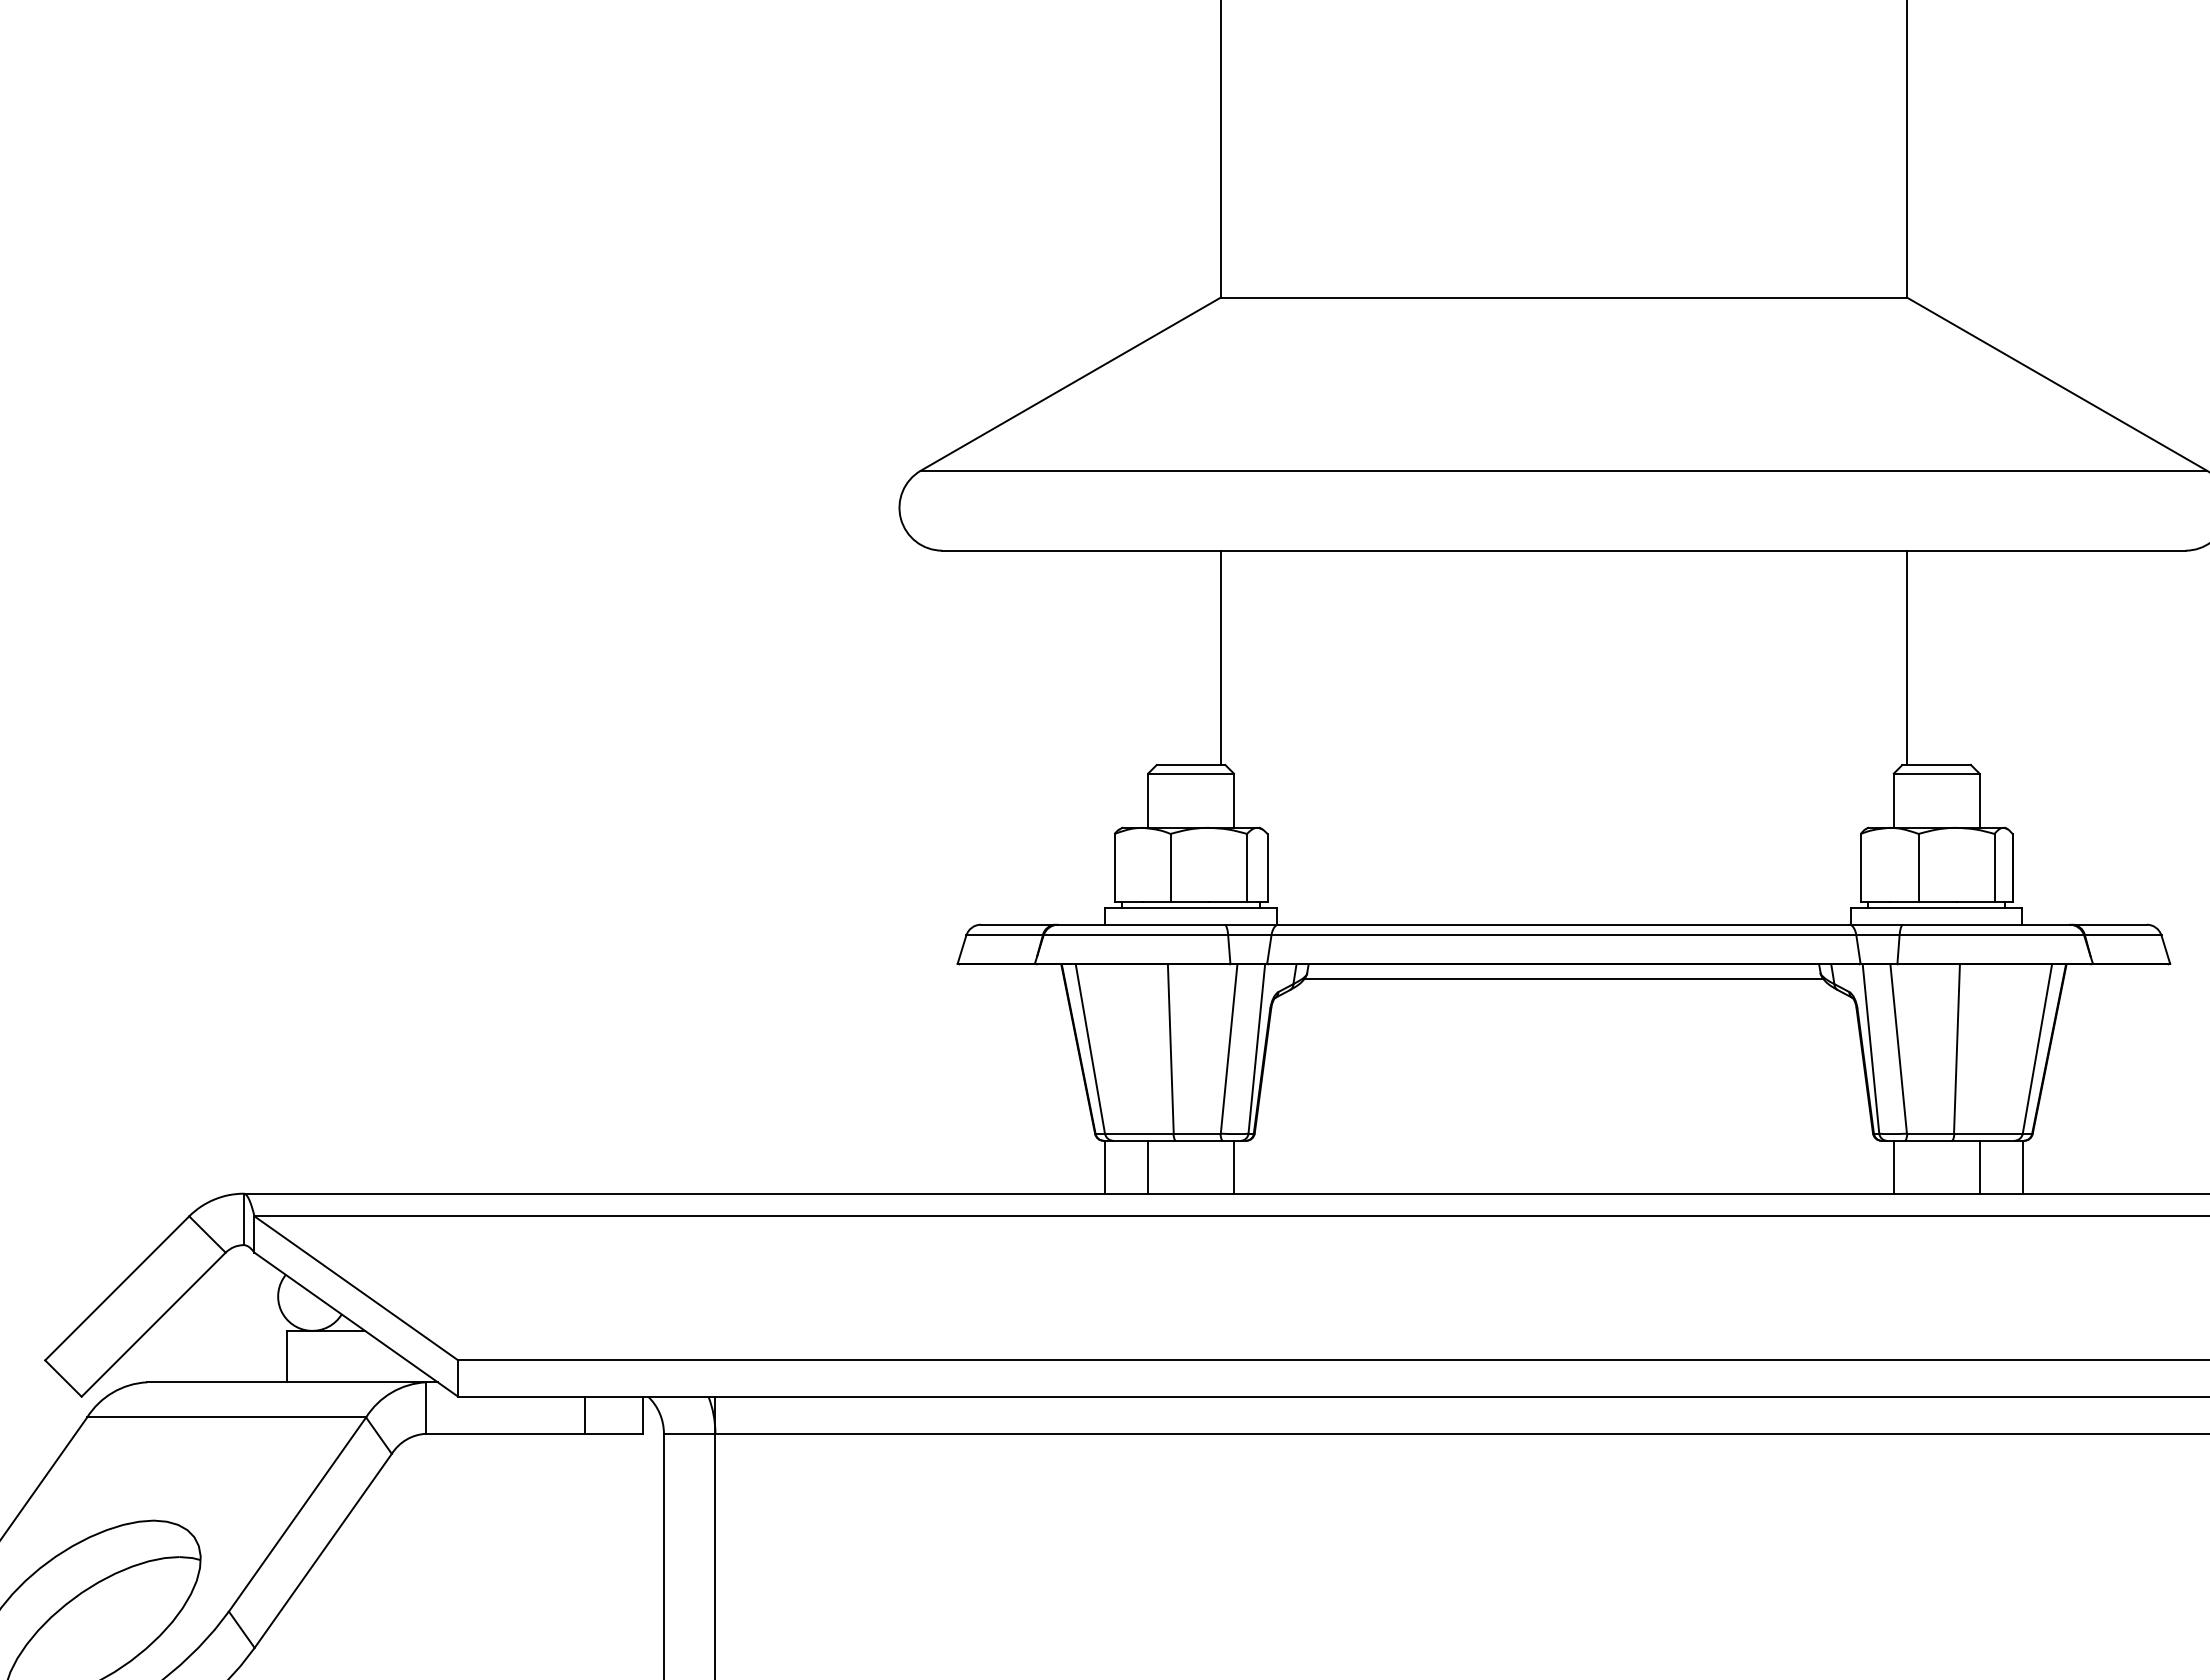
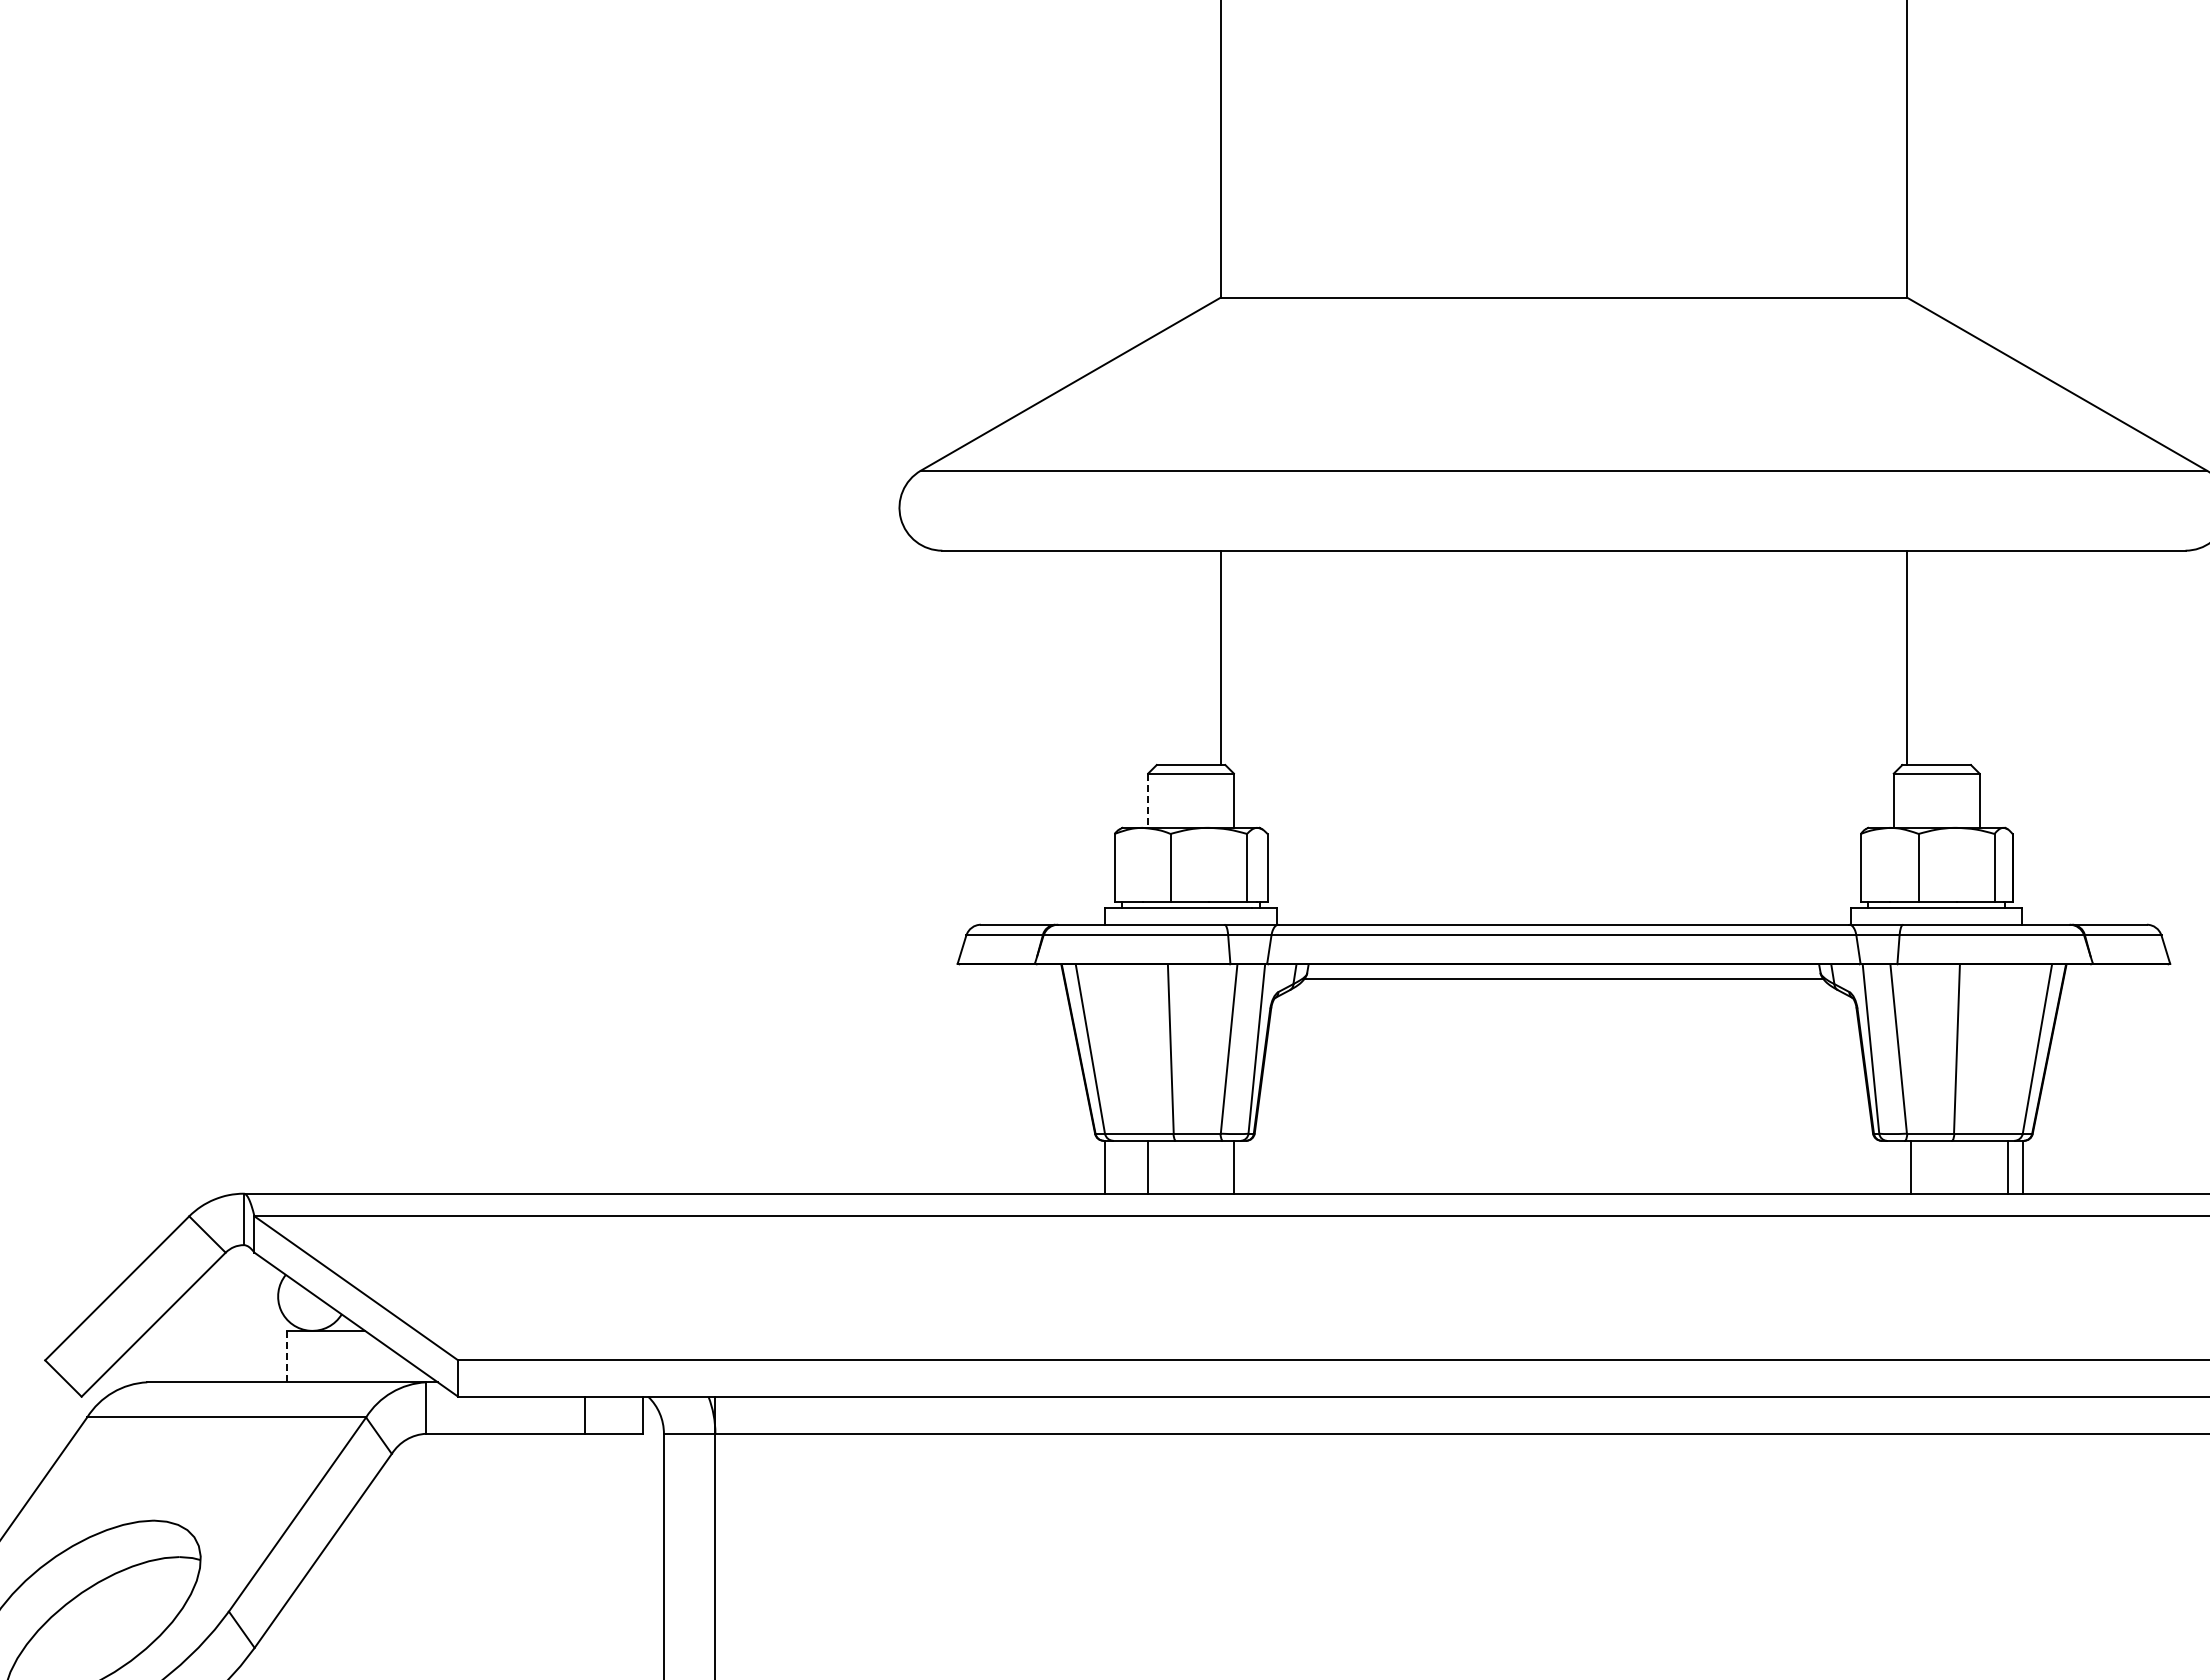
line at (1148, 801): solid -> dashed
line at (1893, 1166) position: (1893, 1166) -> (1910, 1166)
line at (1979, 1166) position: (1979, 1166) -> (2007, 1166)
line at (286, 1356): solid -> dashed
